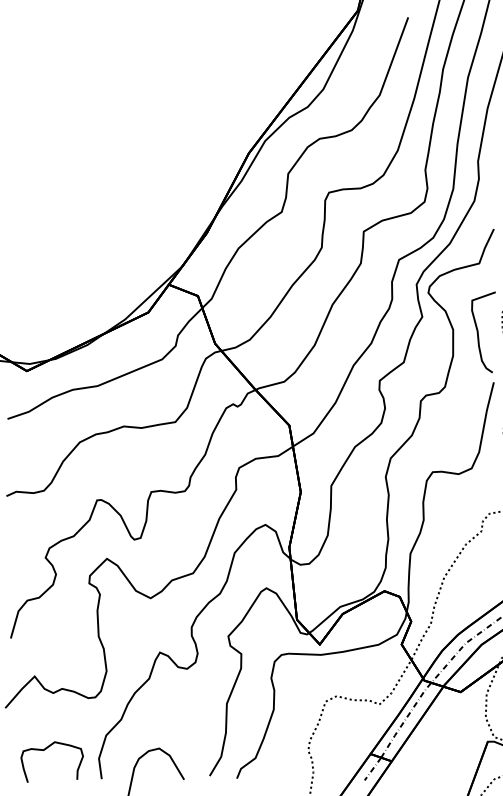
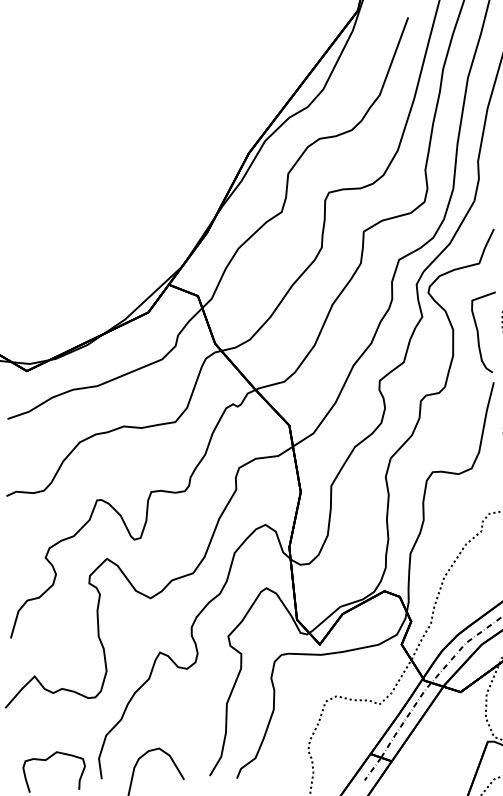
curve at (46, 749) position: (46, 749) -> (48, 759)
